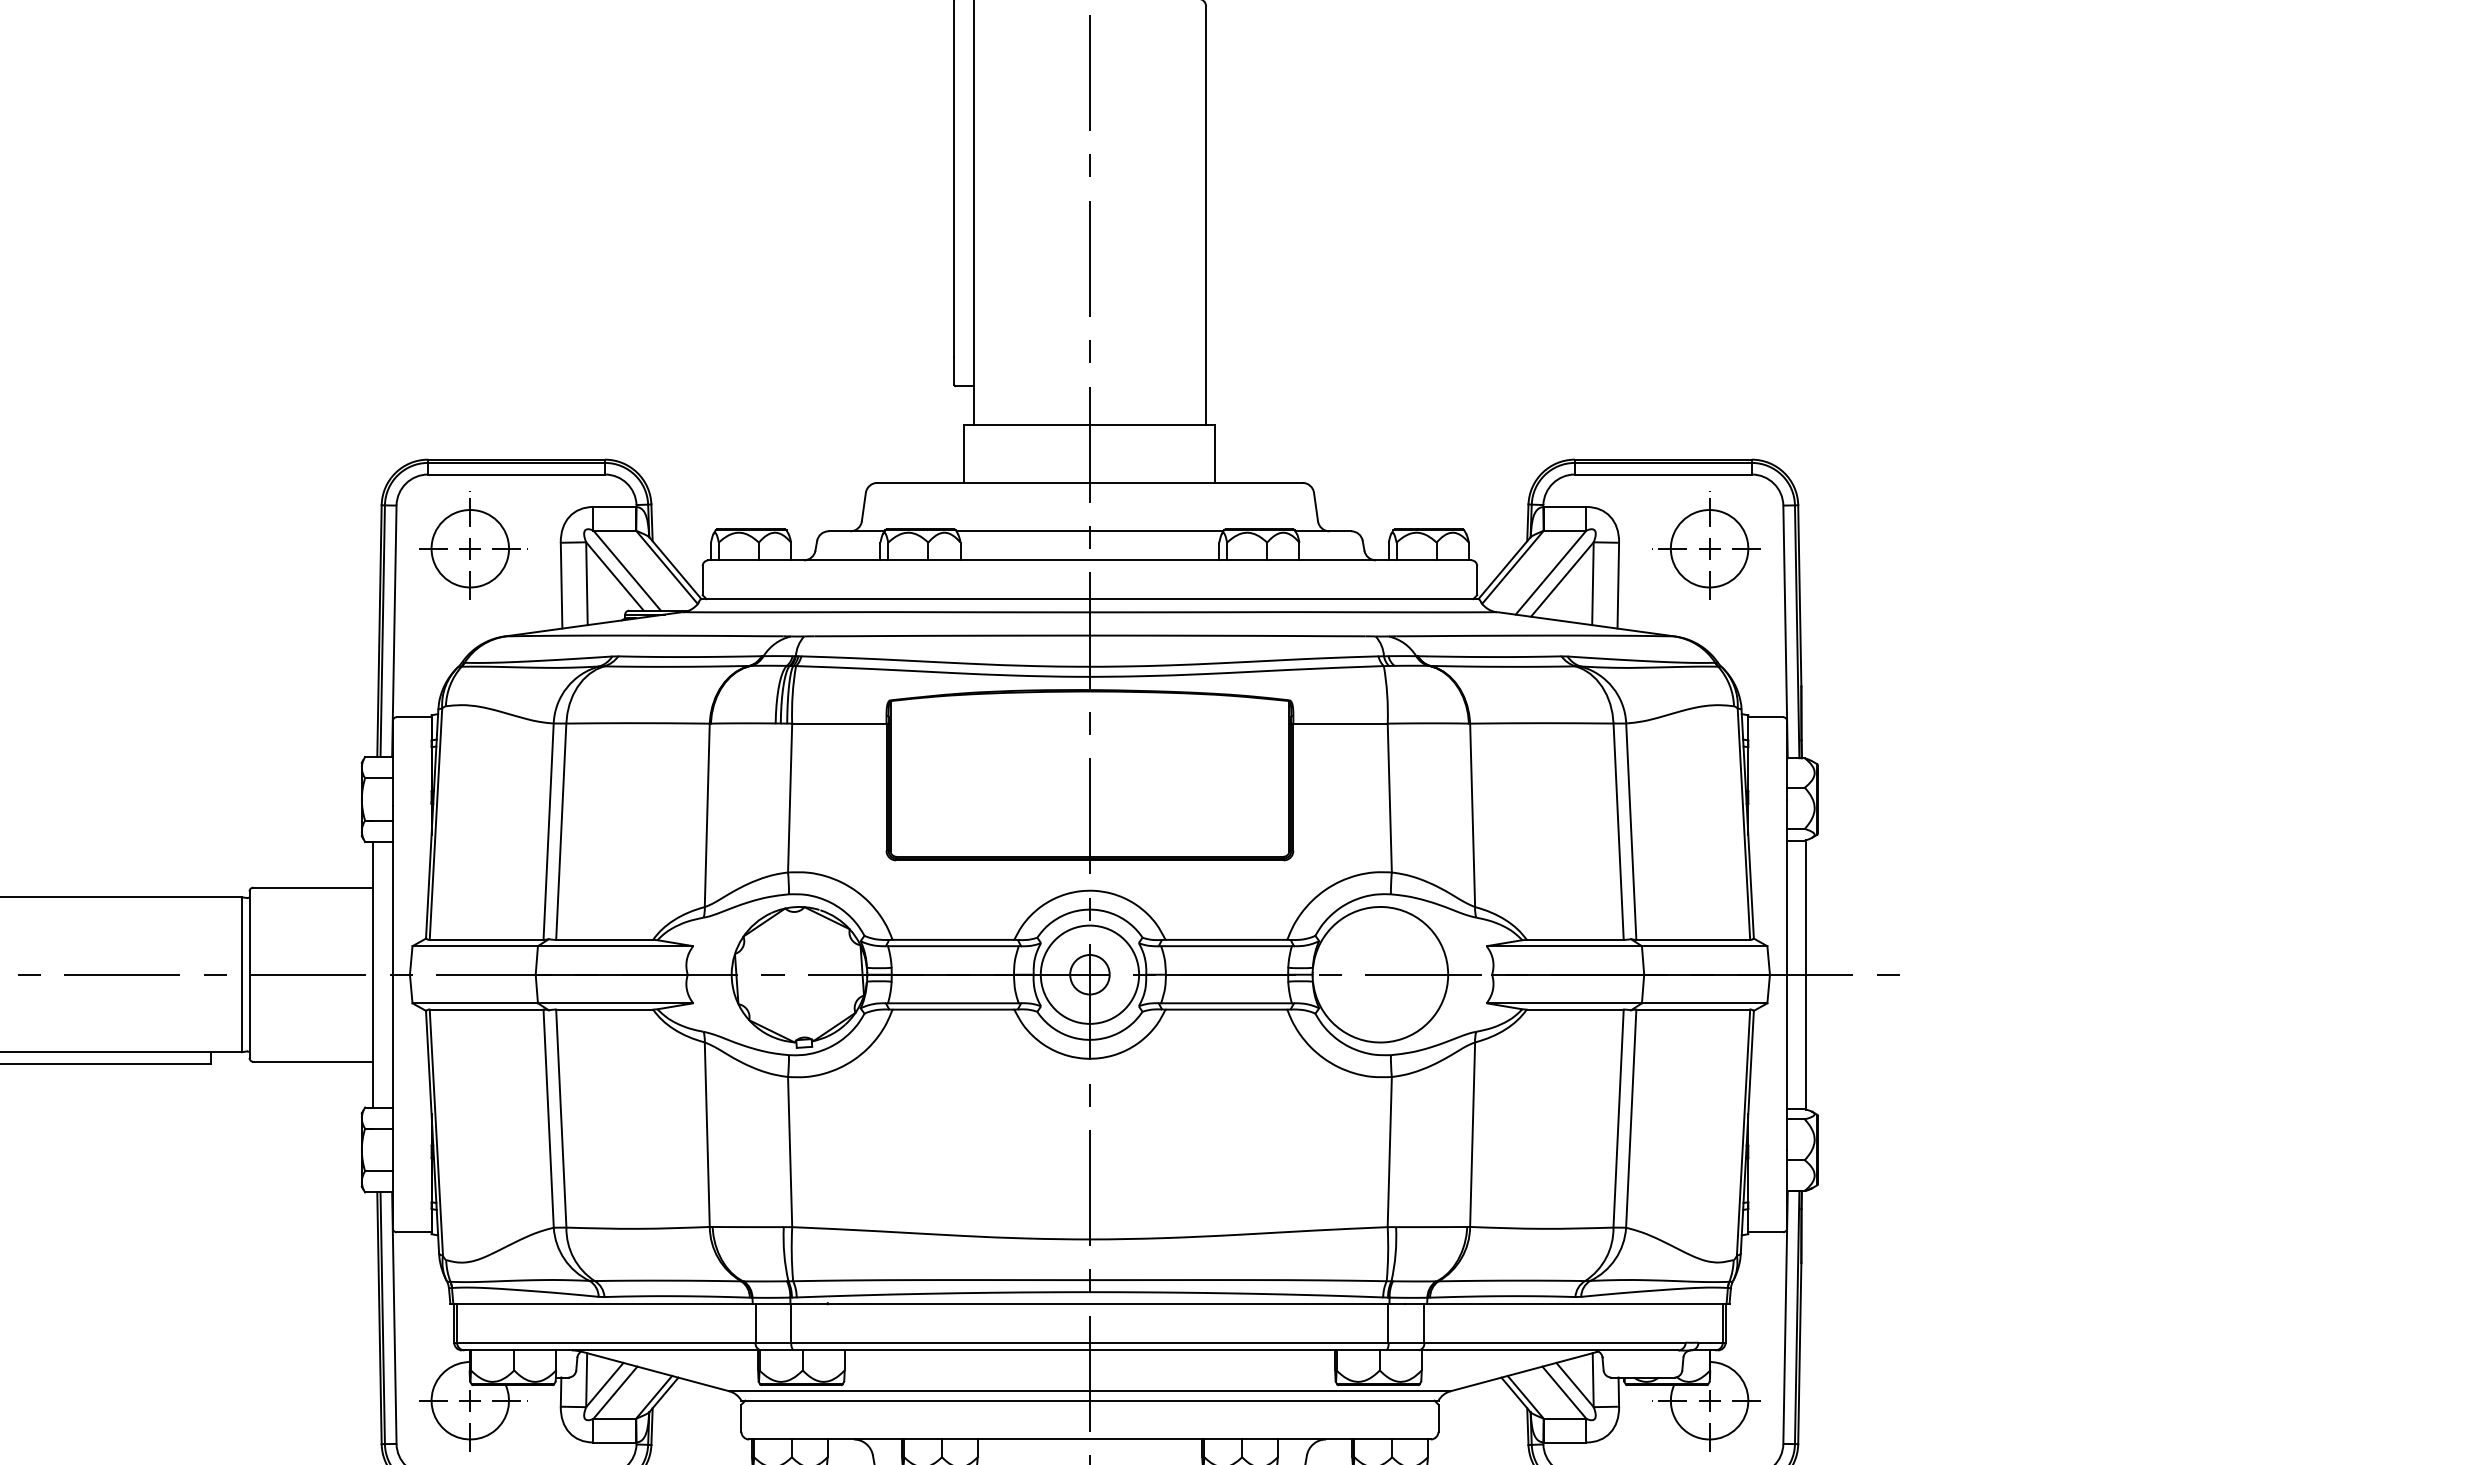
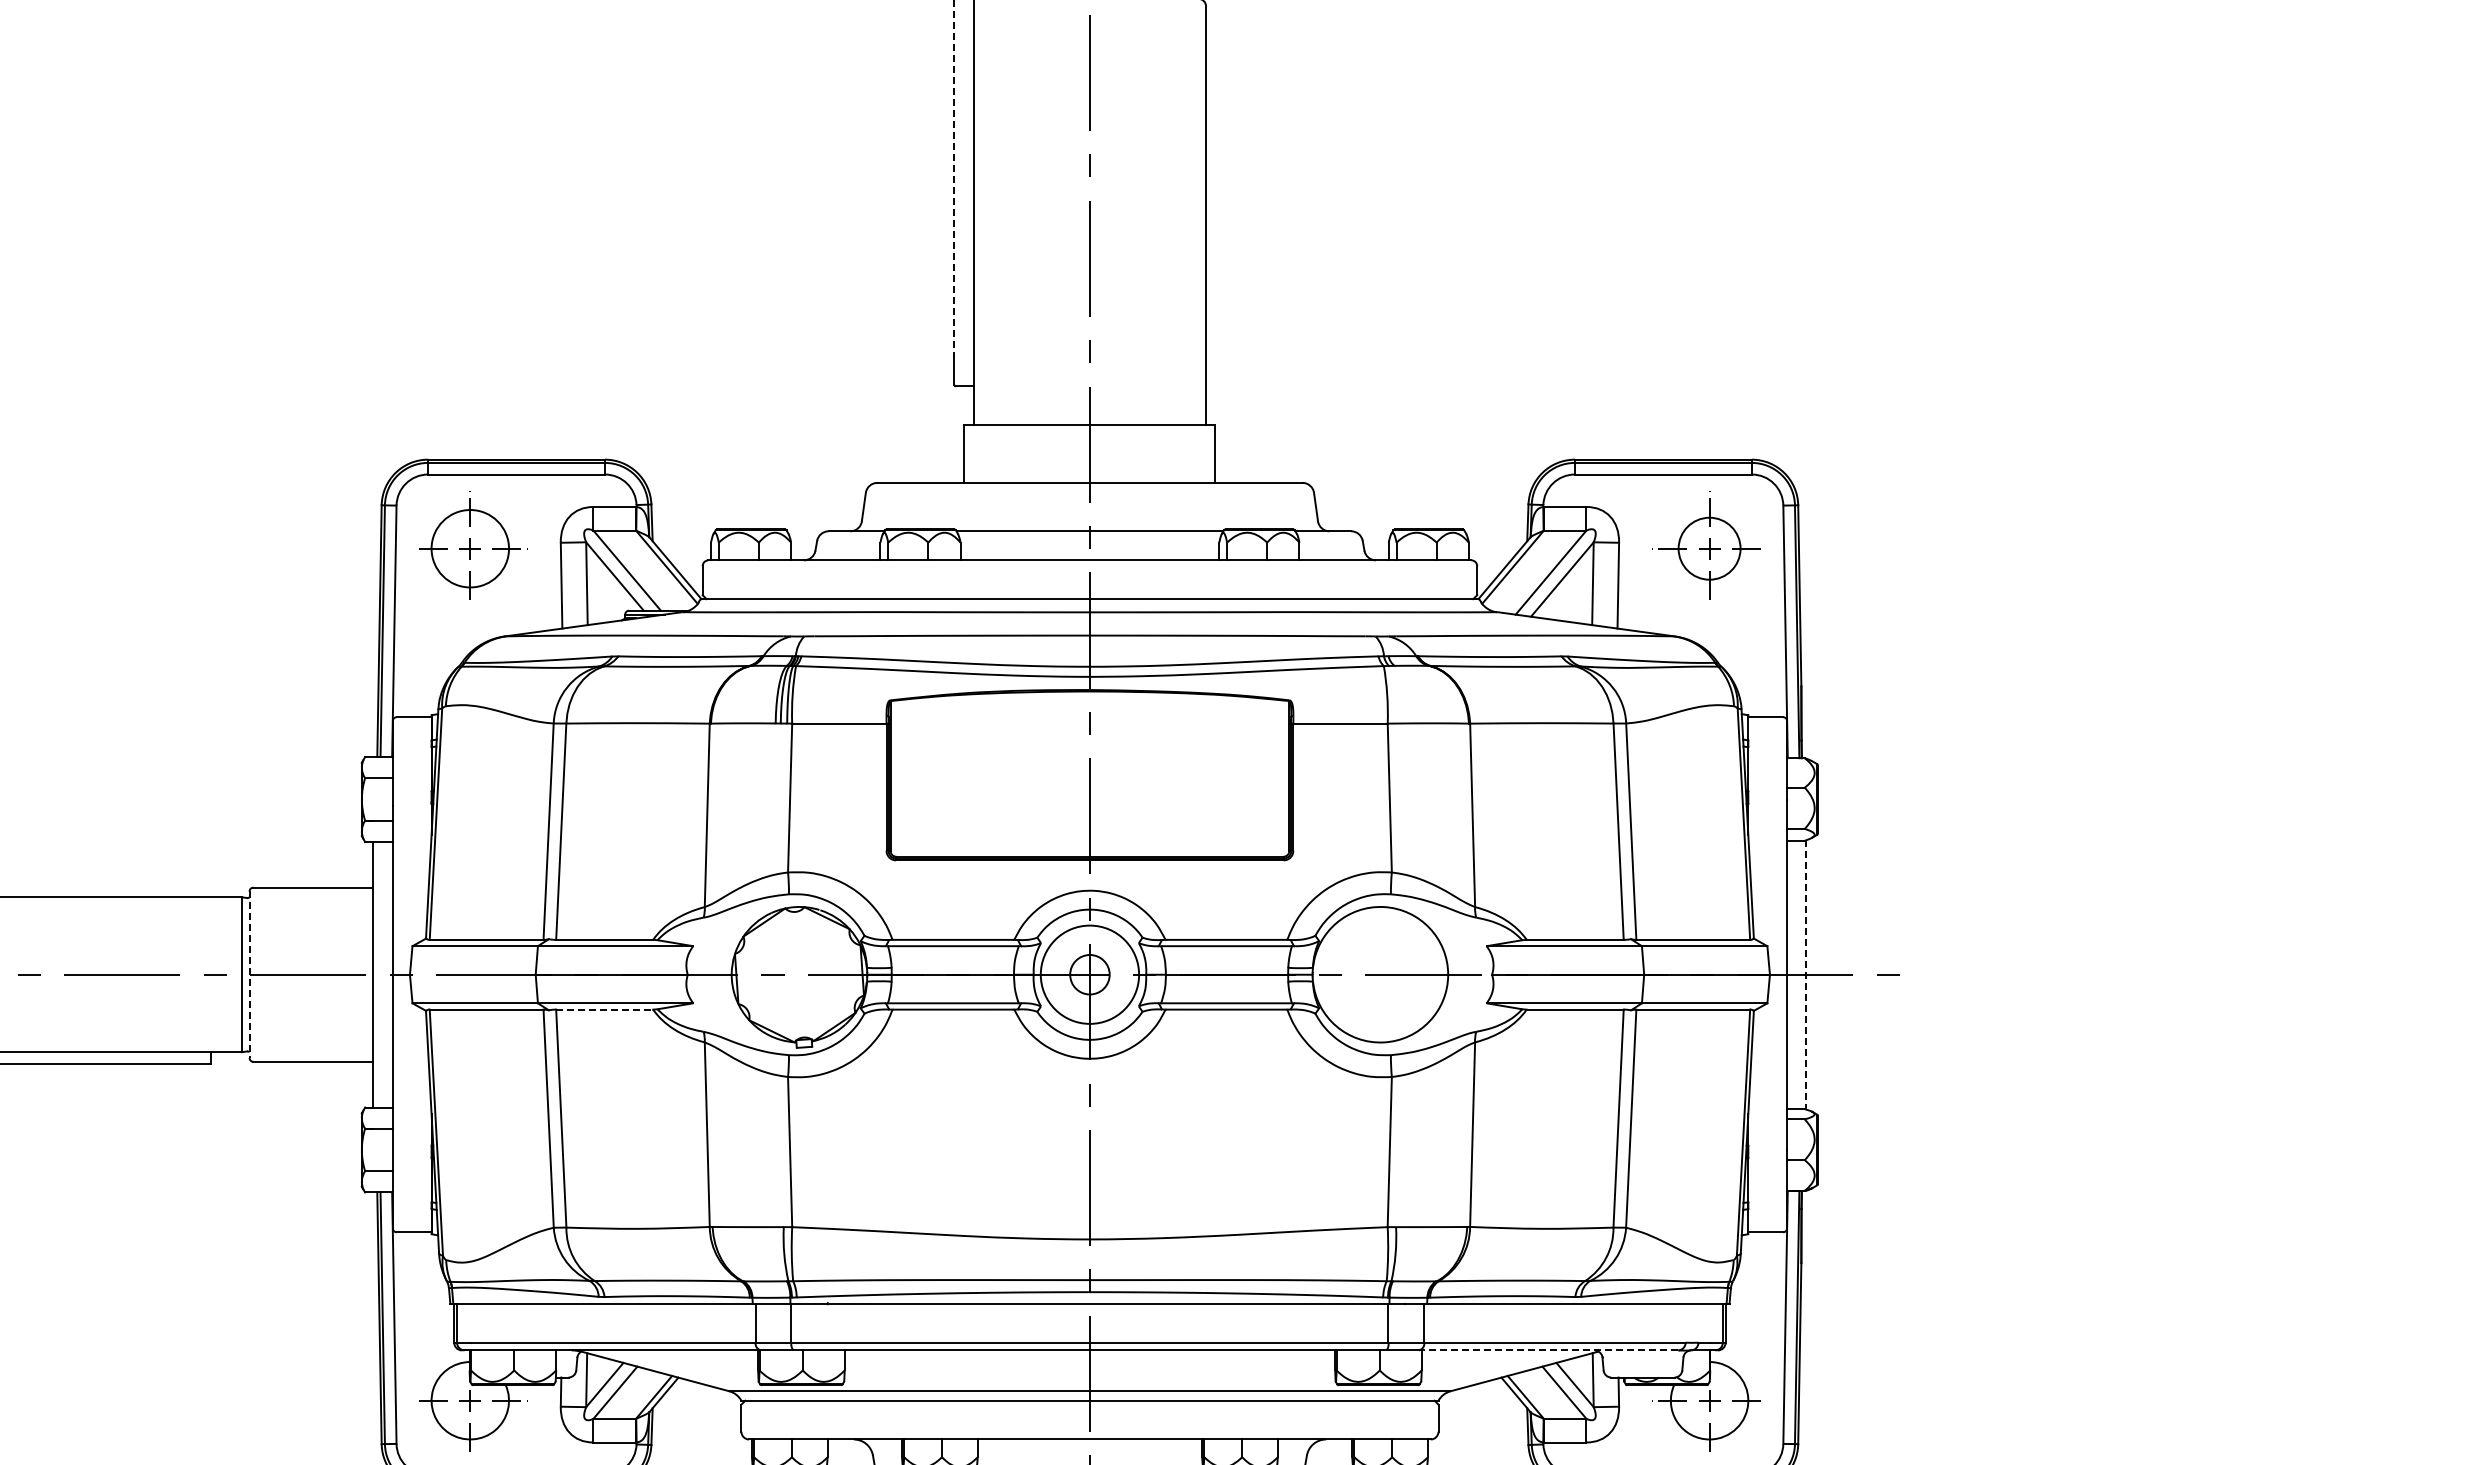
line at (954, 179): solid -> dashed
circle at (1709, 548) diameter: 77 px -> 62 px
line at (249, 975): solid -> dashed
line at (1806, 975): solid -> dashed
line at (604, 1009): solid -> dashed
line at (1548, 1350): solid -> dashed
